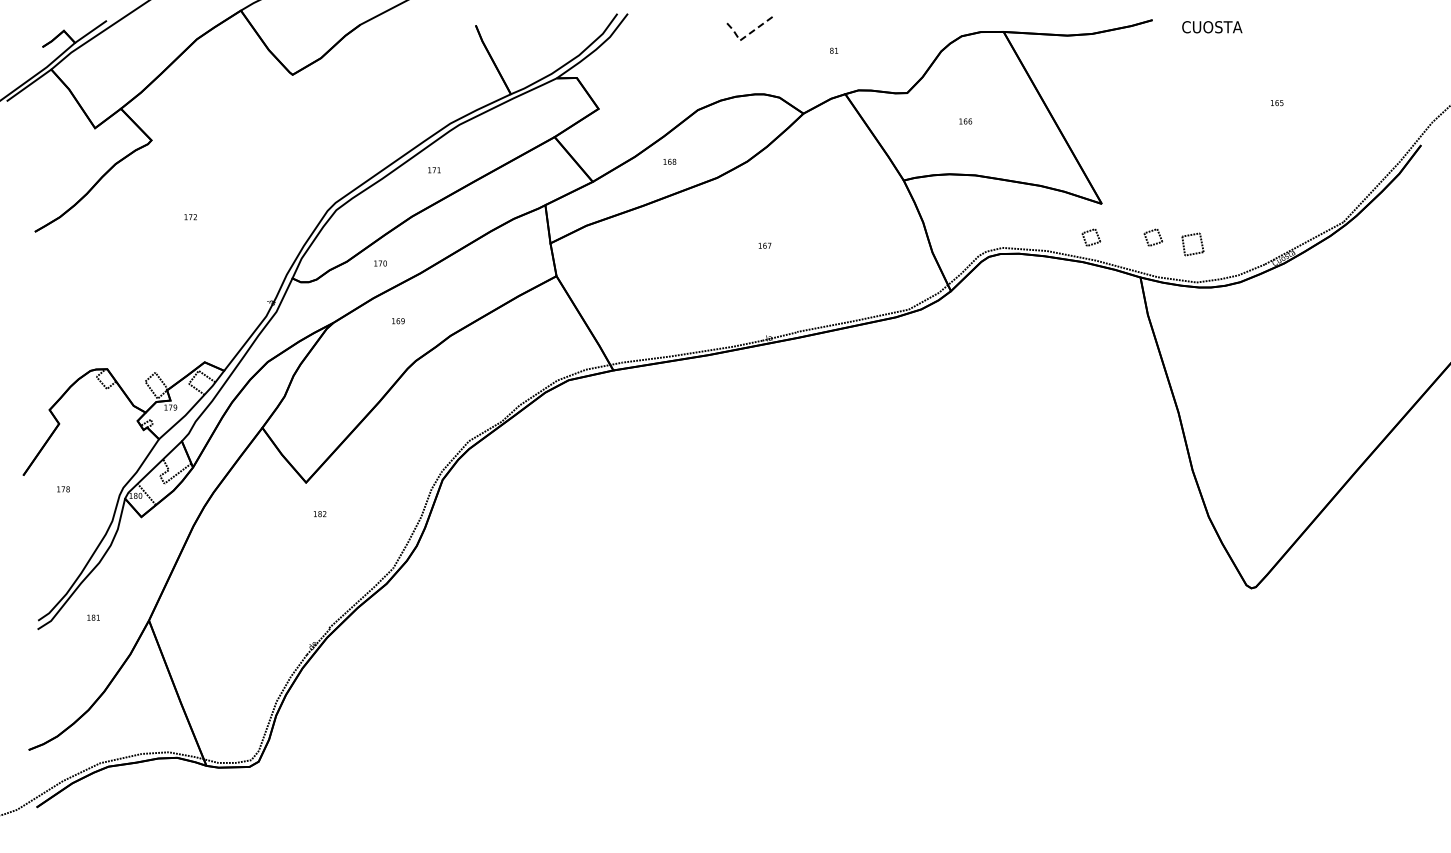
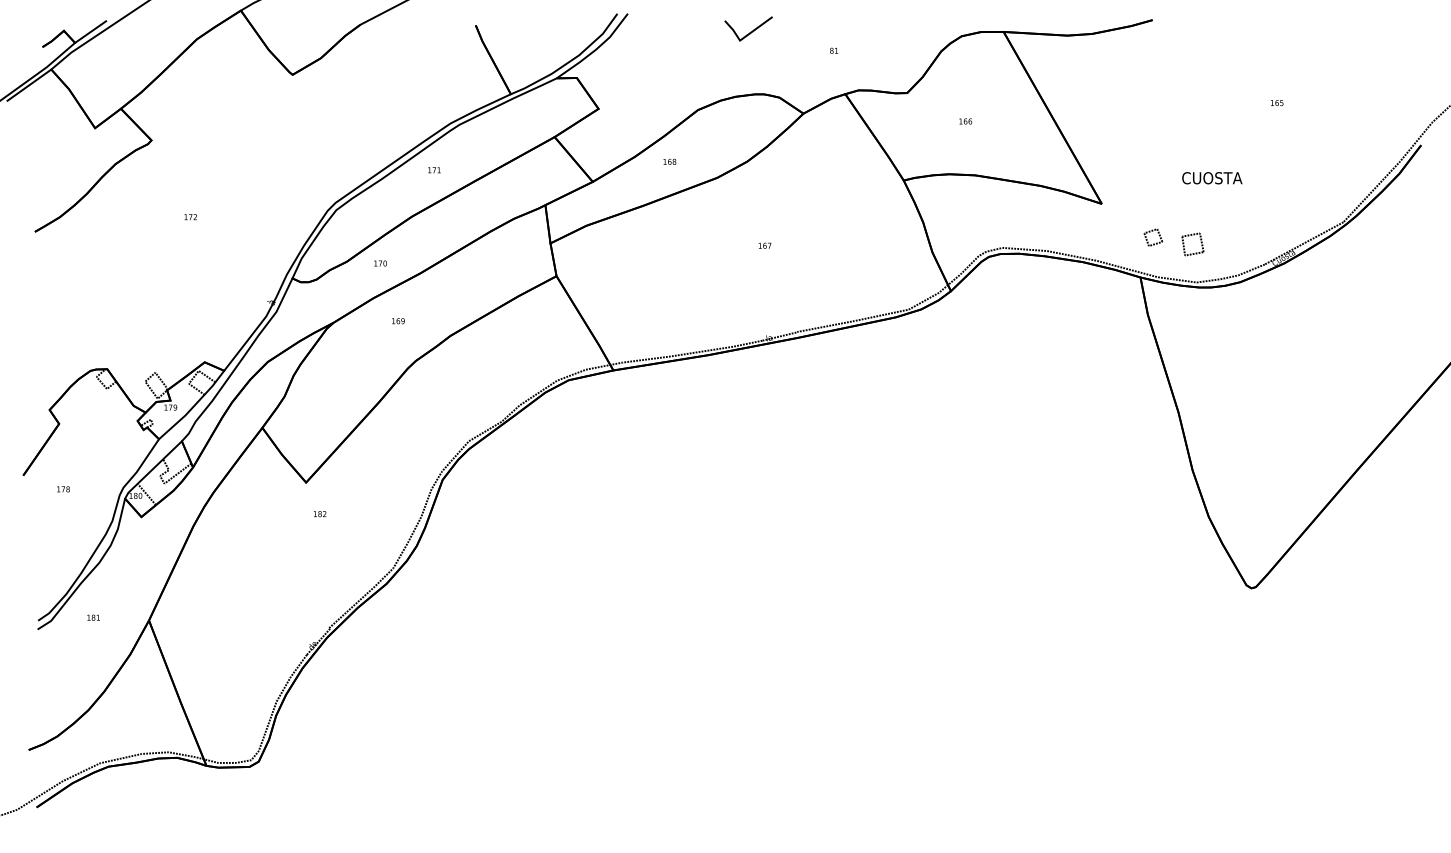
text at (1212, 27) position: (1212, 27) -> (1212, 178)
line at (744, 37): dashed -> solid
part at (1091, 237): present -> none
